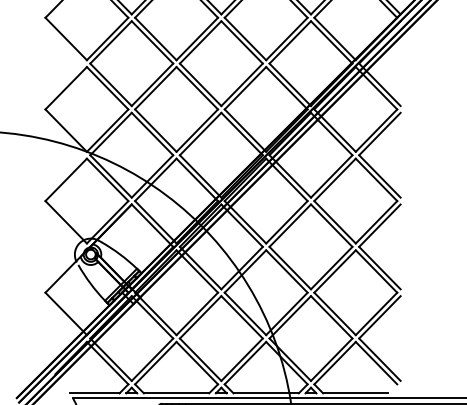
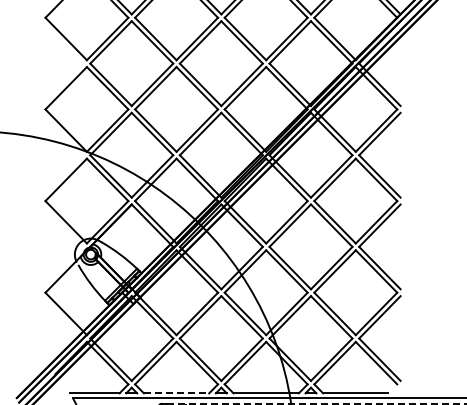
line at (176, 393): solid -> dashed
line at (316, 403): solid -> dashed
